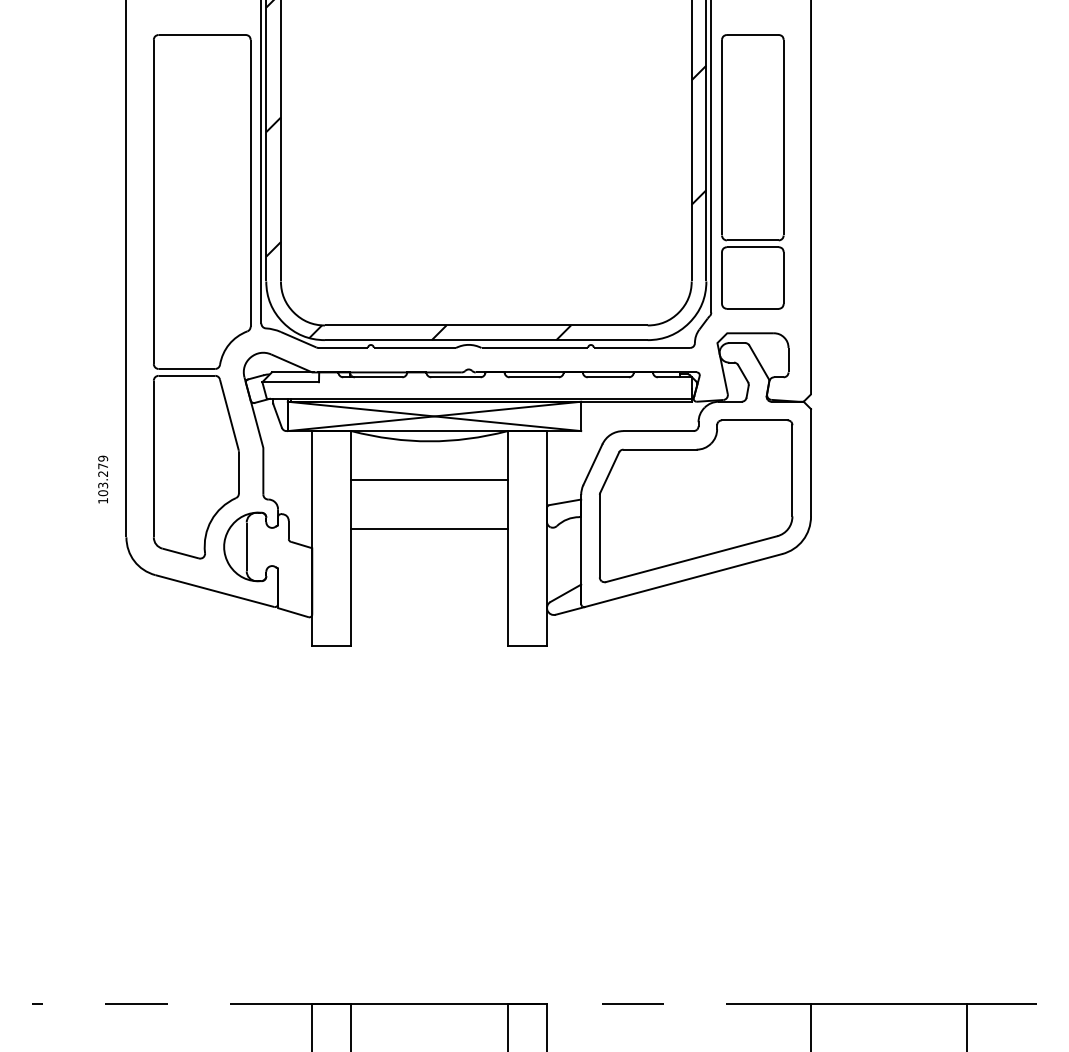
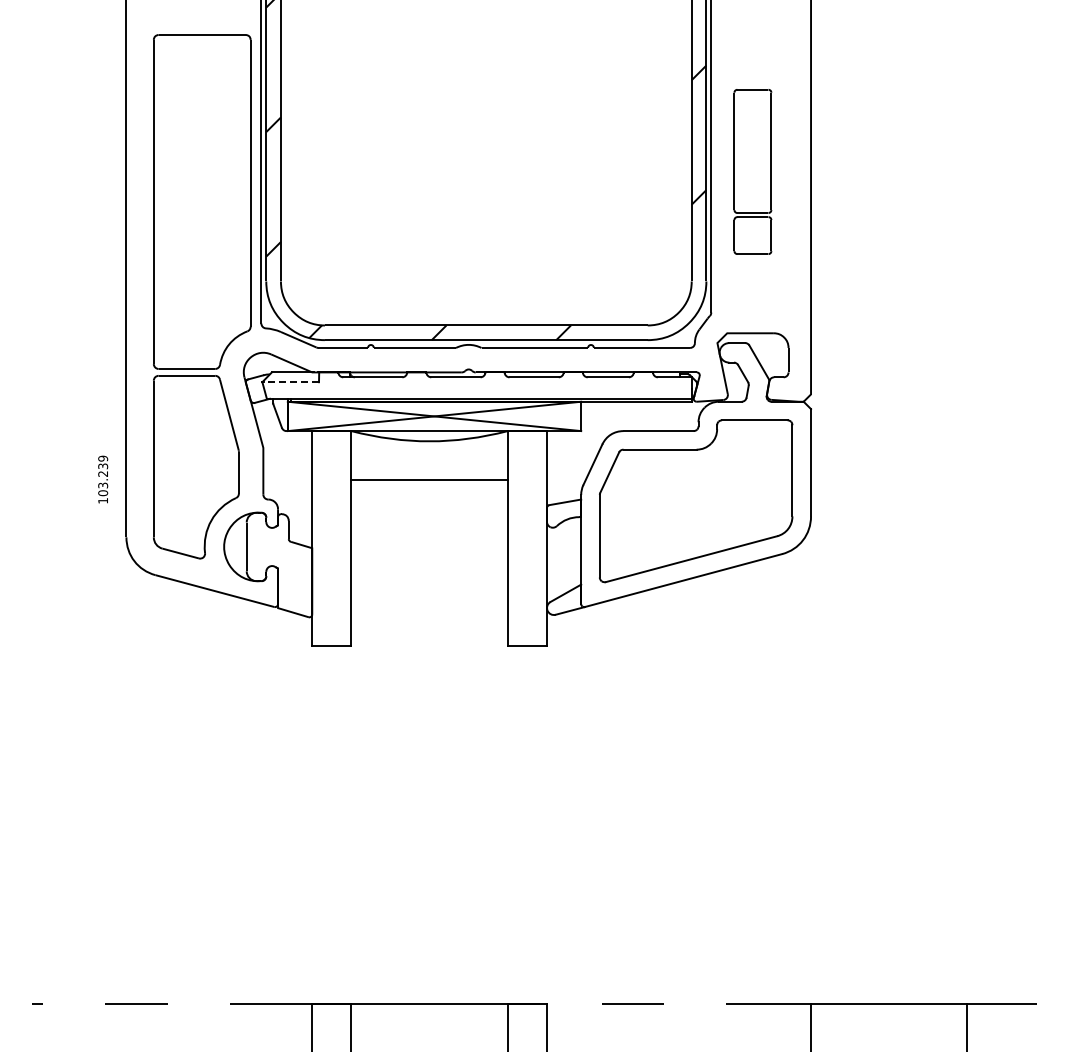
part at (752, 171) size: 64x276 px -> 40x166 px
line at (291, 382): solid -> dashed
text at (103, 466): 103.279 -> 103.239
line at (429, 528): present -> none
